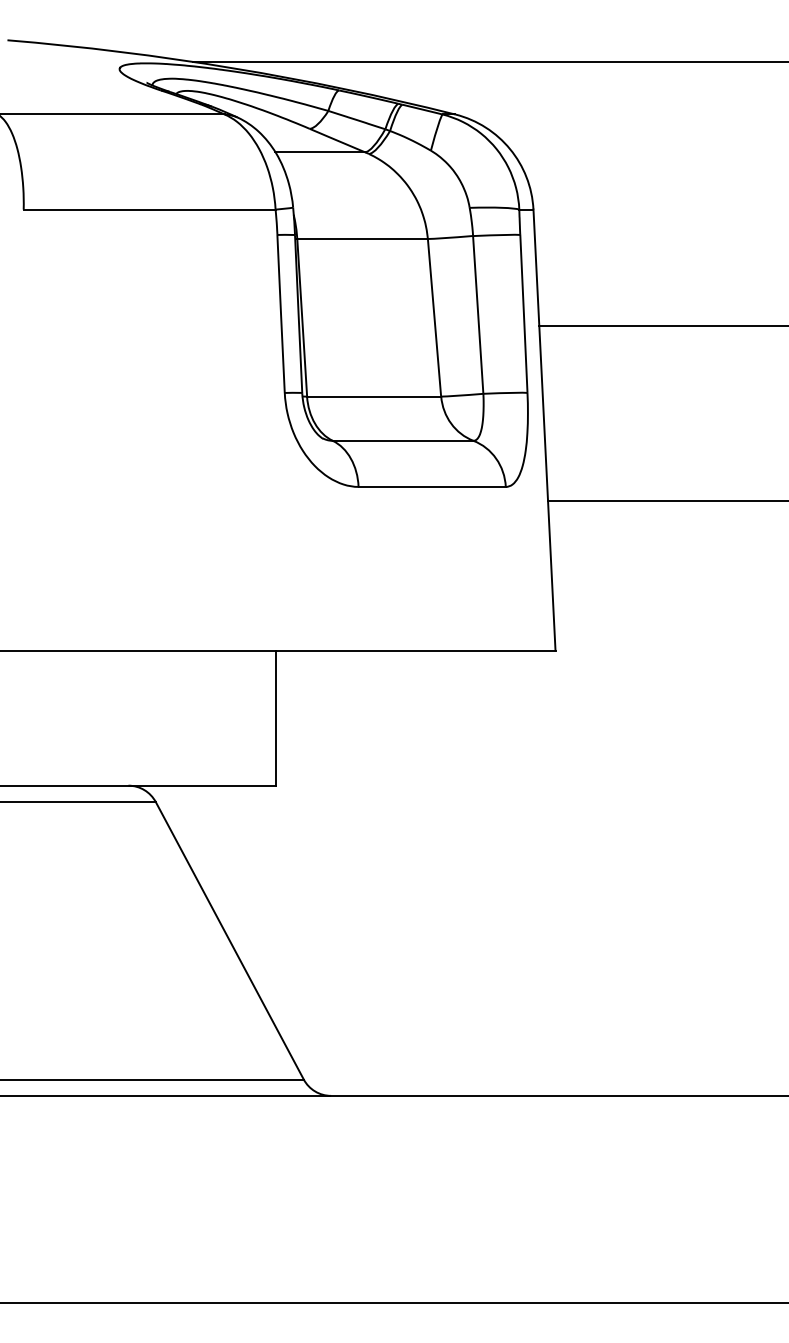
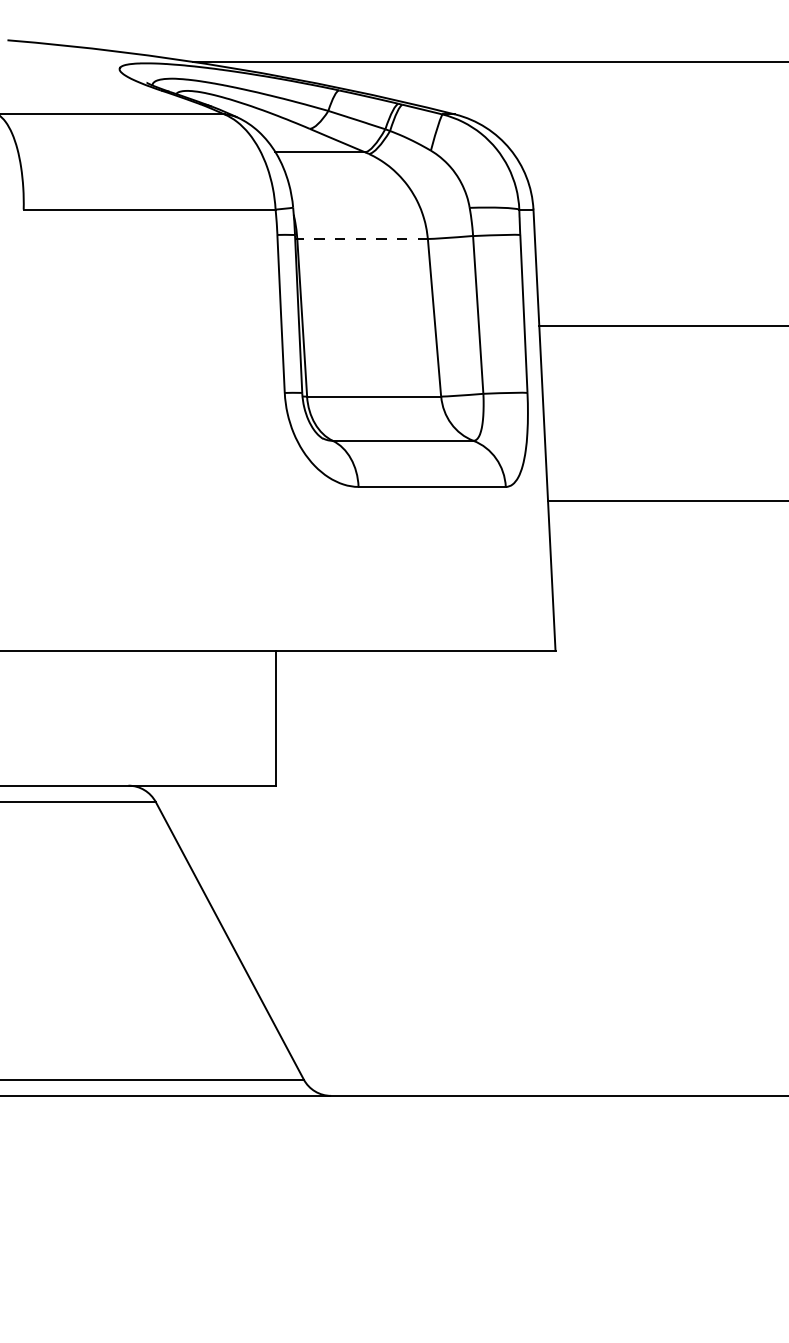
line at (362, 239): solid -> dashed
line at (393, 1302): present -> none
